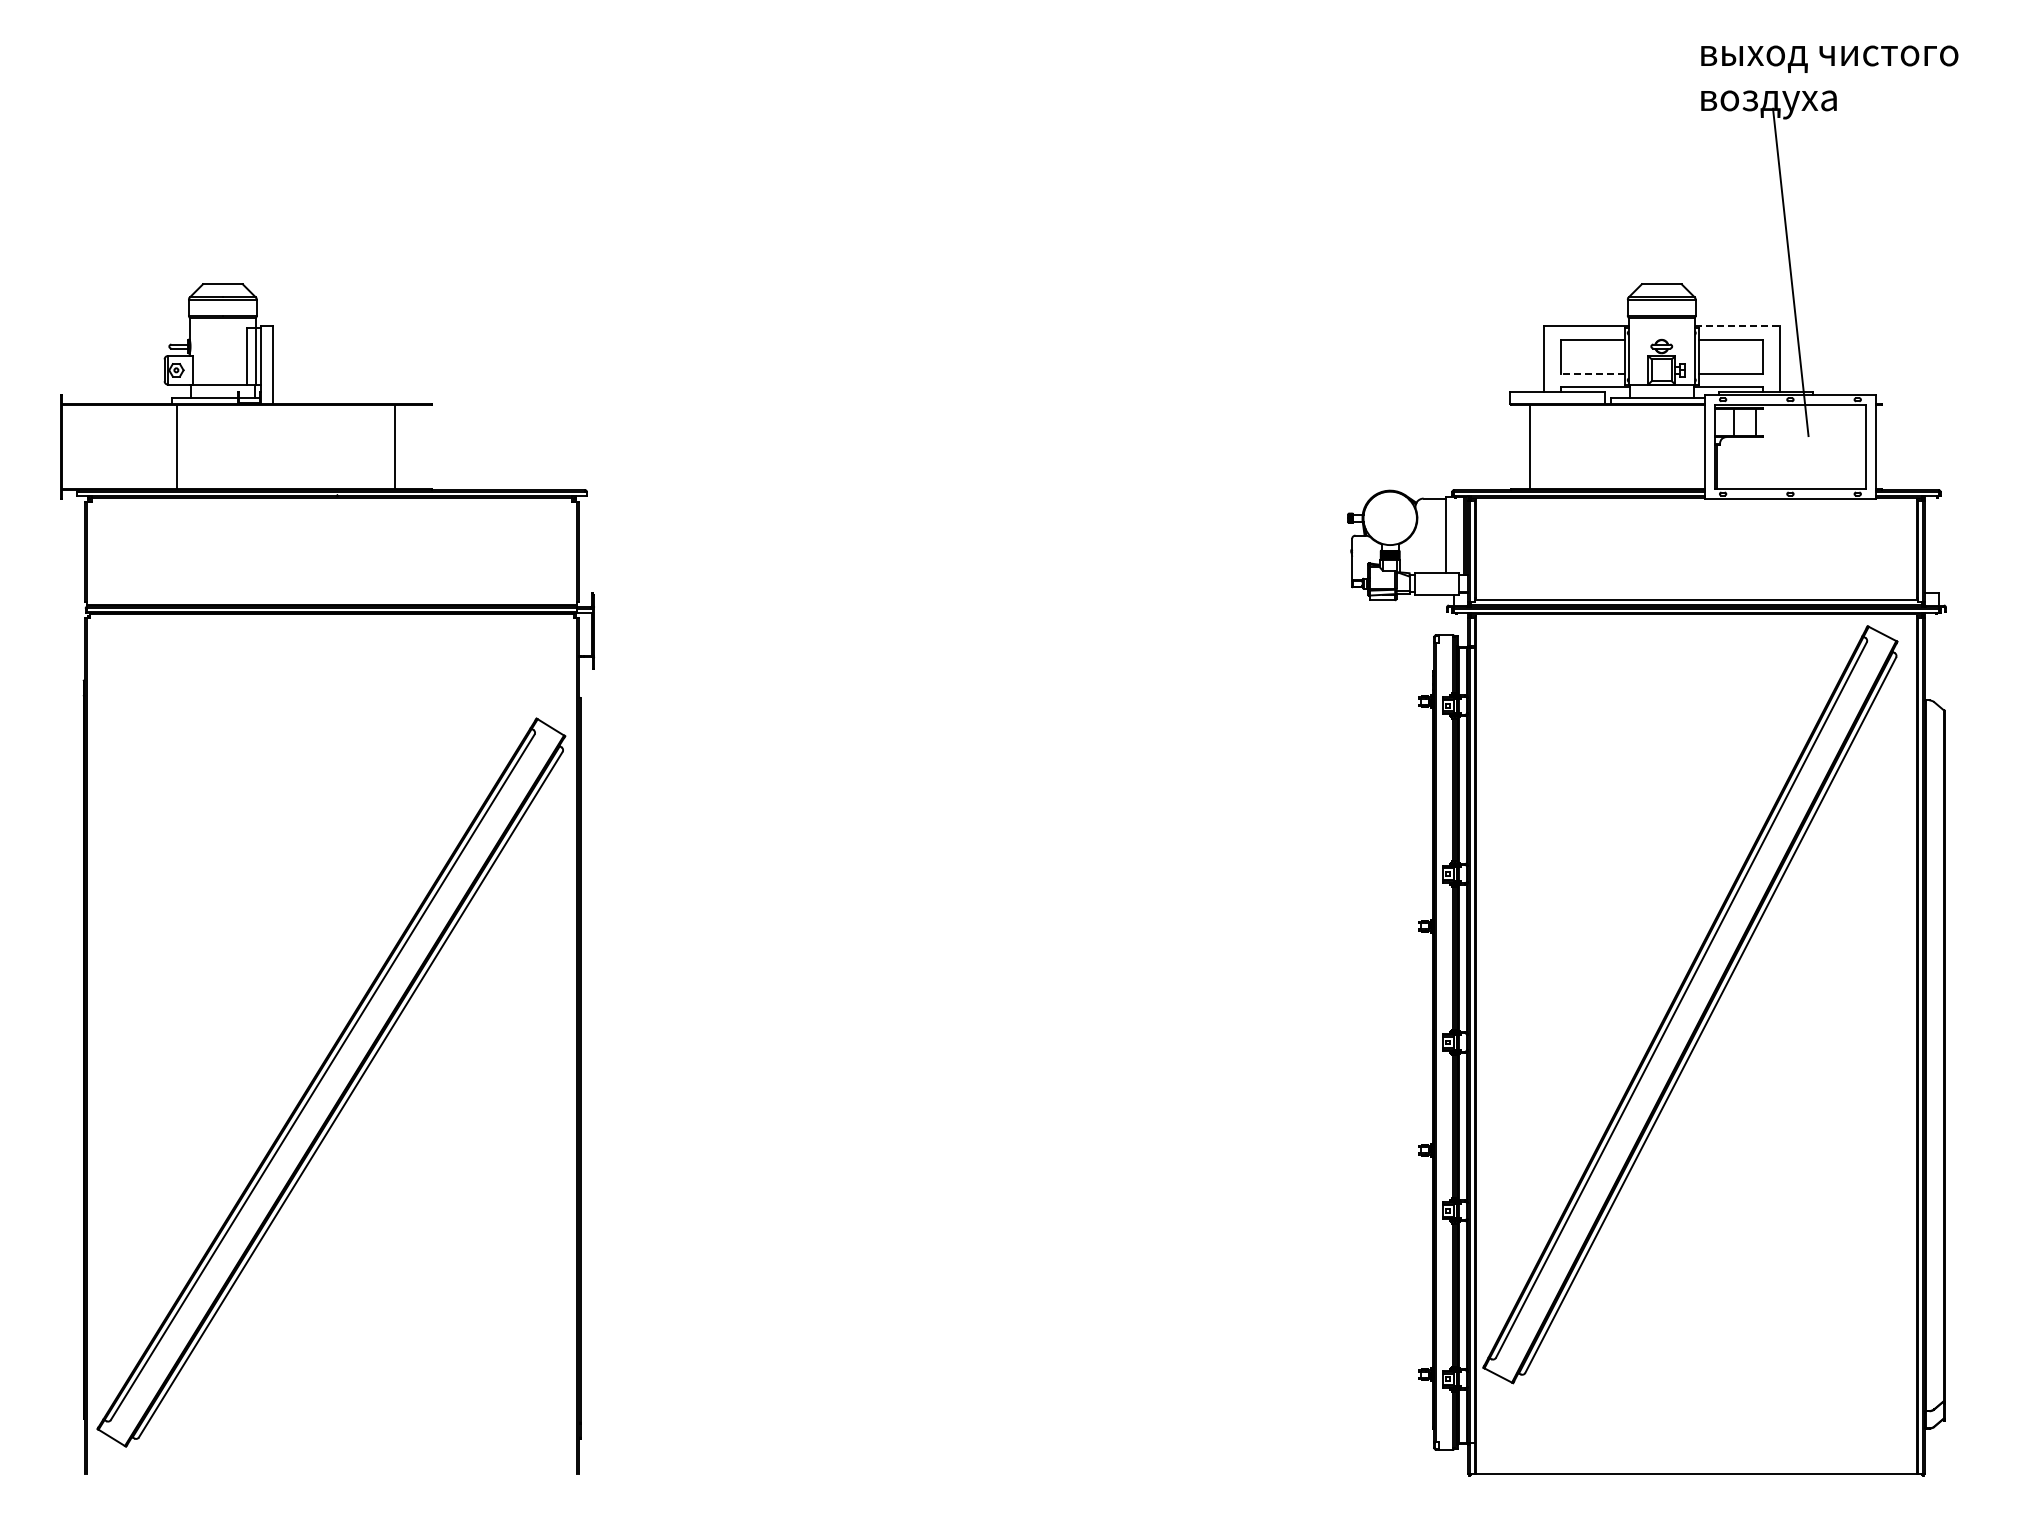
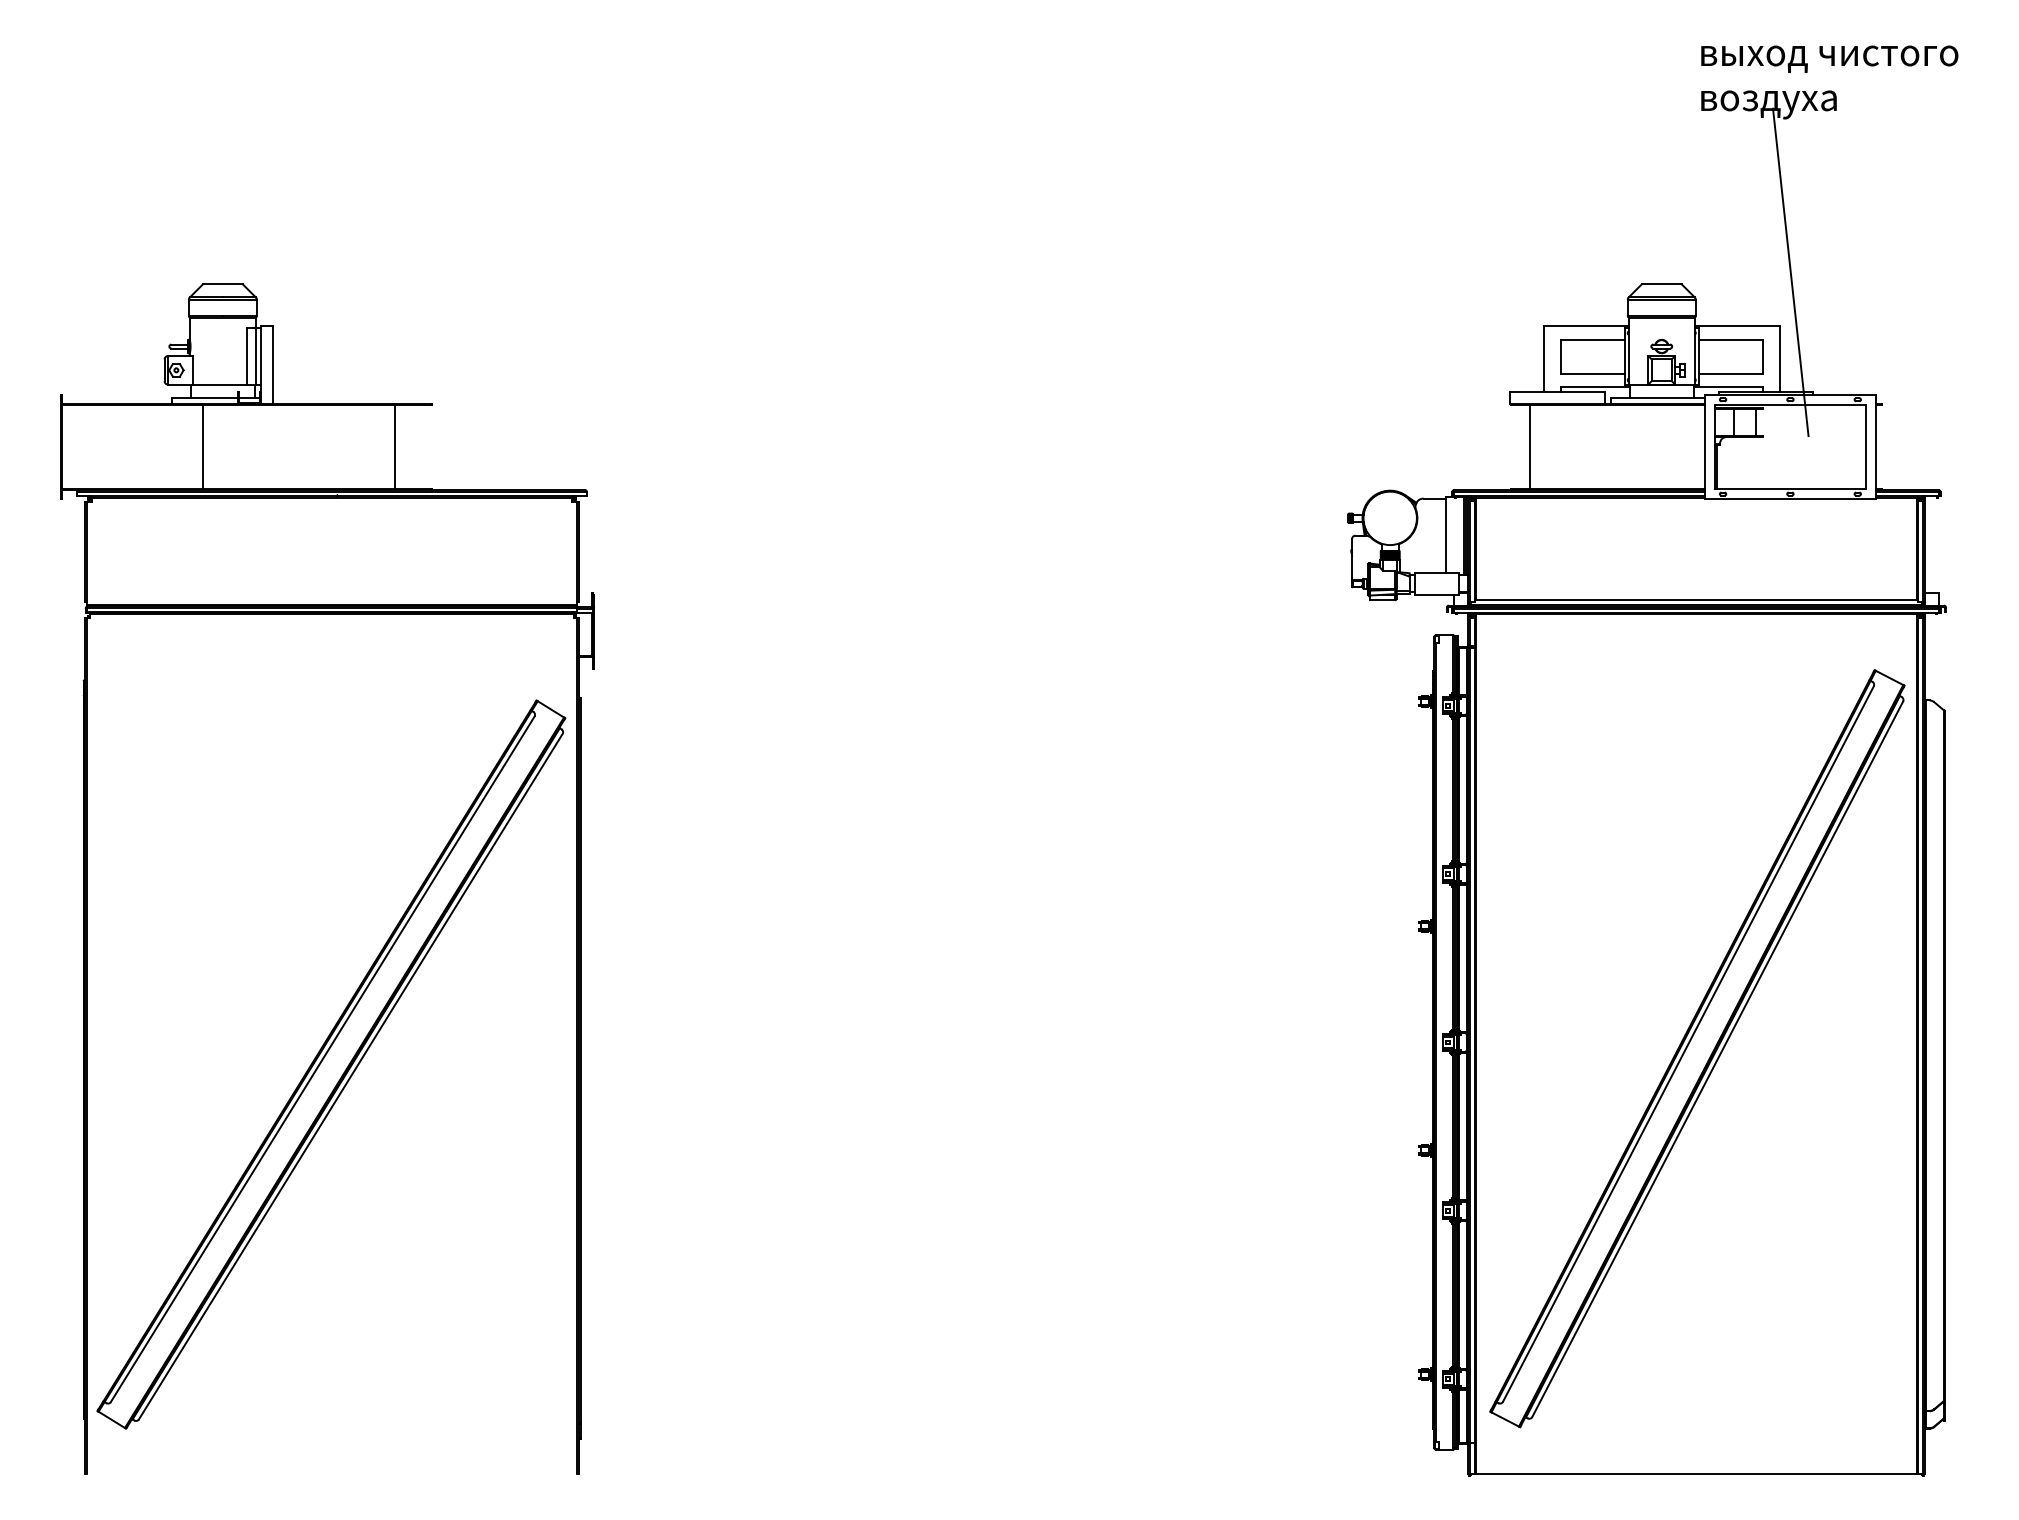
line at (1737, 326): dashed -> solid
line at (1592, 373): dashed -> solid
line at (176, 446) position: (176, 446) -> (202, 446)
part at (1690, 1004) position: (1690, 1004) -> (1697, 1048)
part at (331, 1082) position: (331, 1082) -> (331, 1064)
